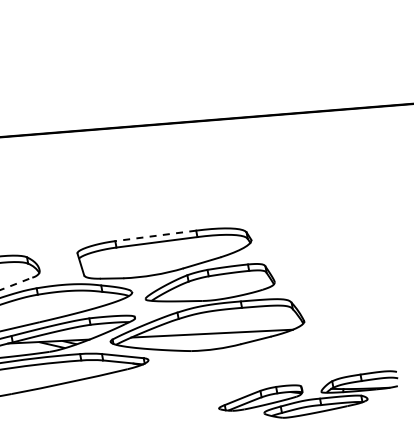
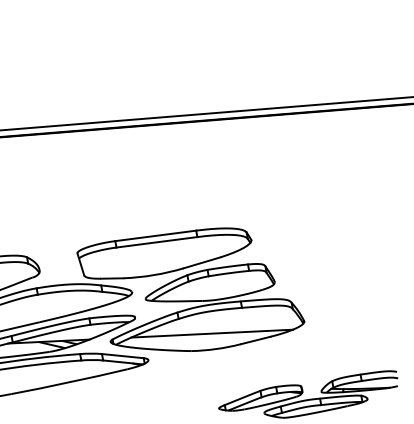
line at (206, 113): none -> present
line at (155, 235): dashed -> solid
arc at (16, 283): dashed -> solid
